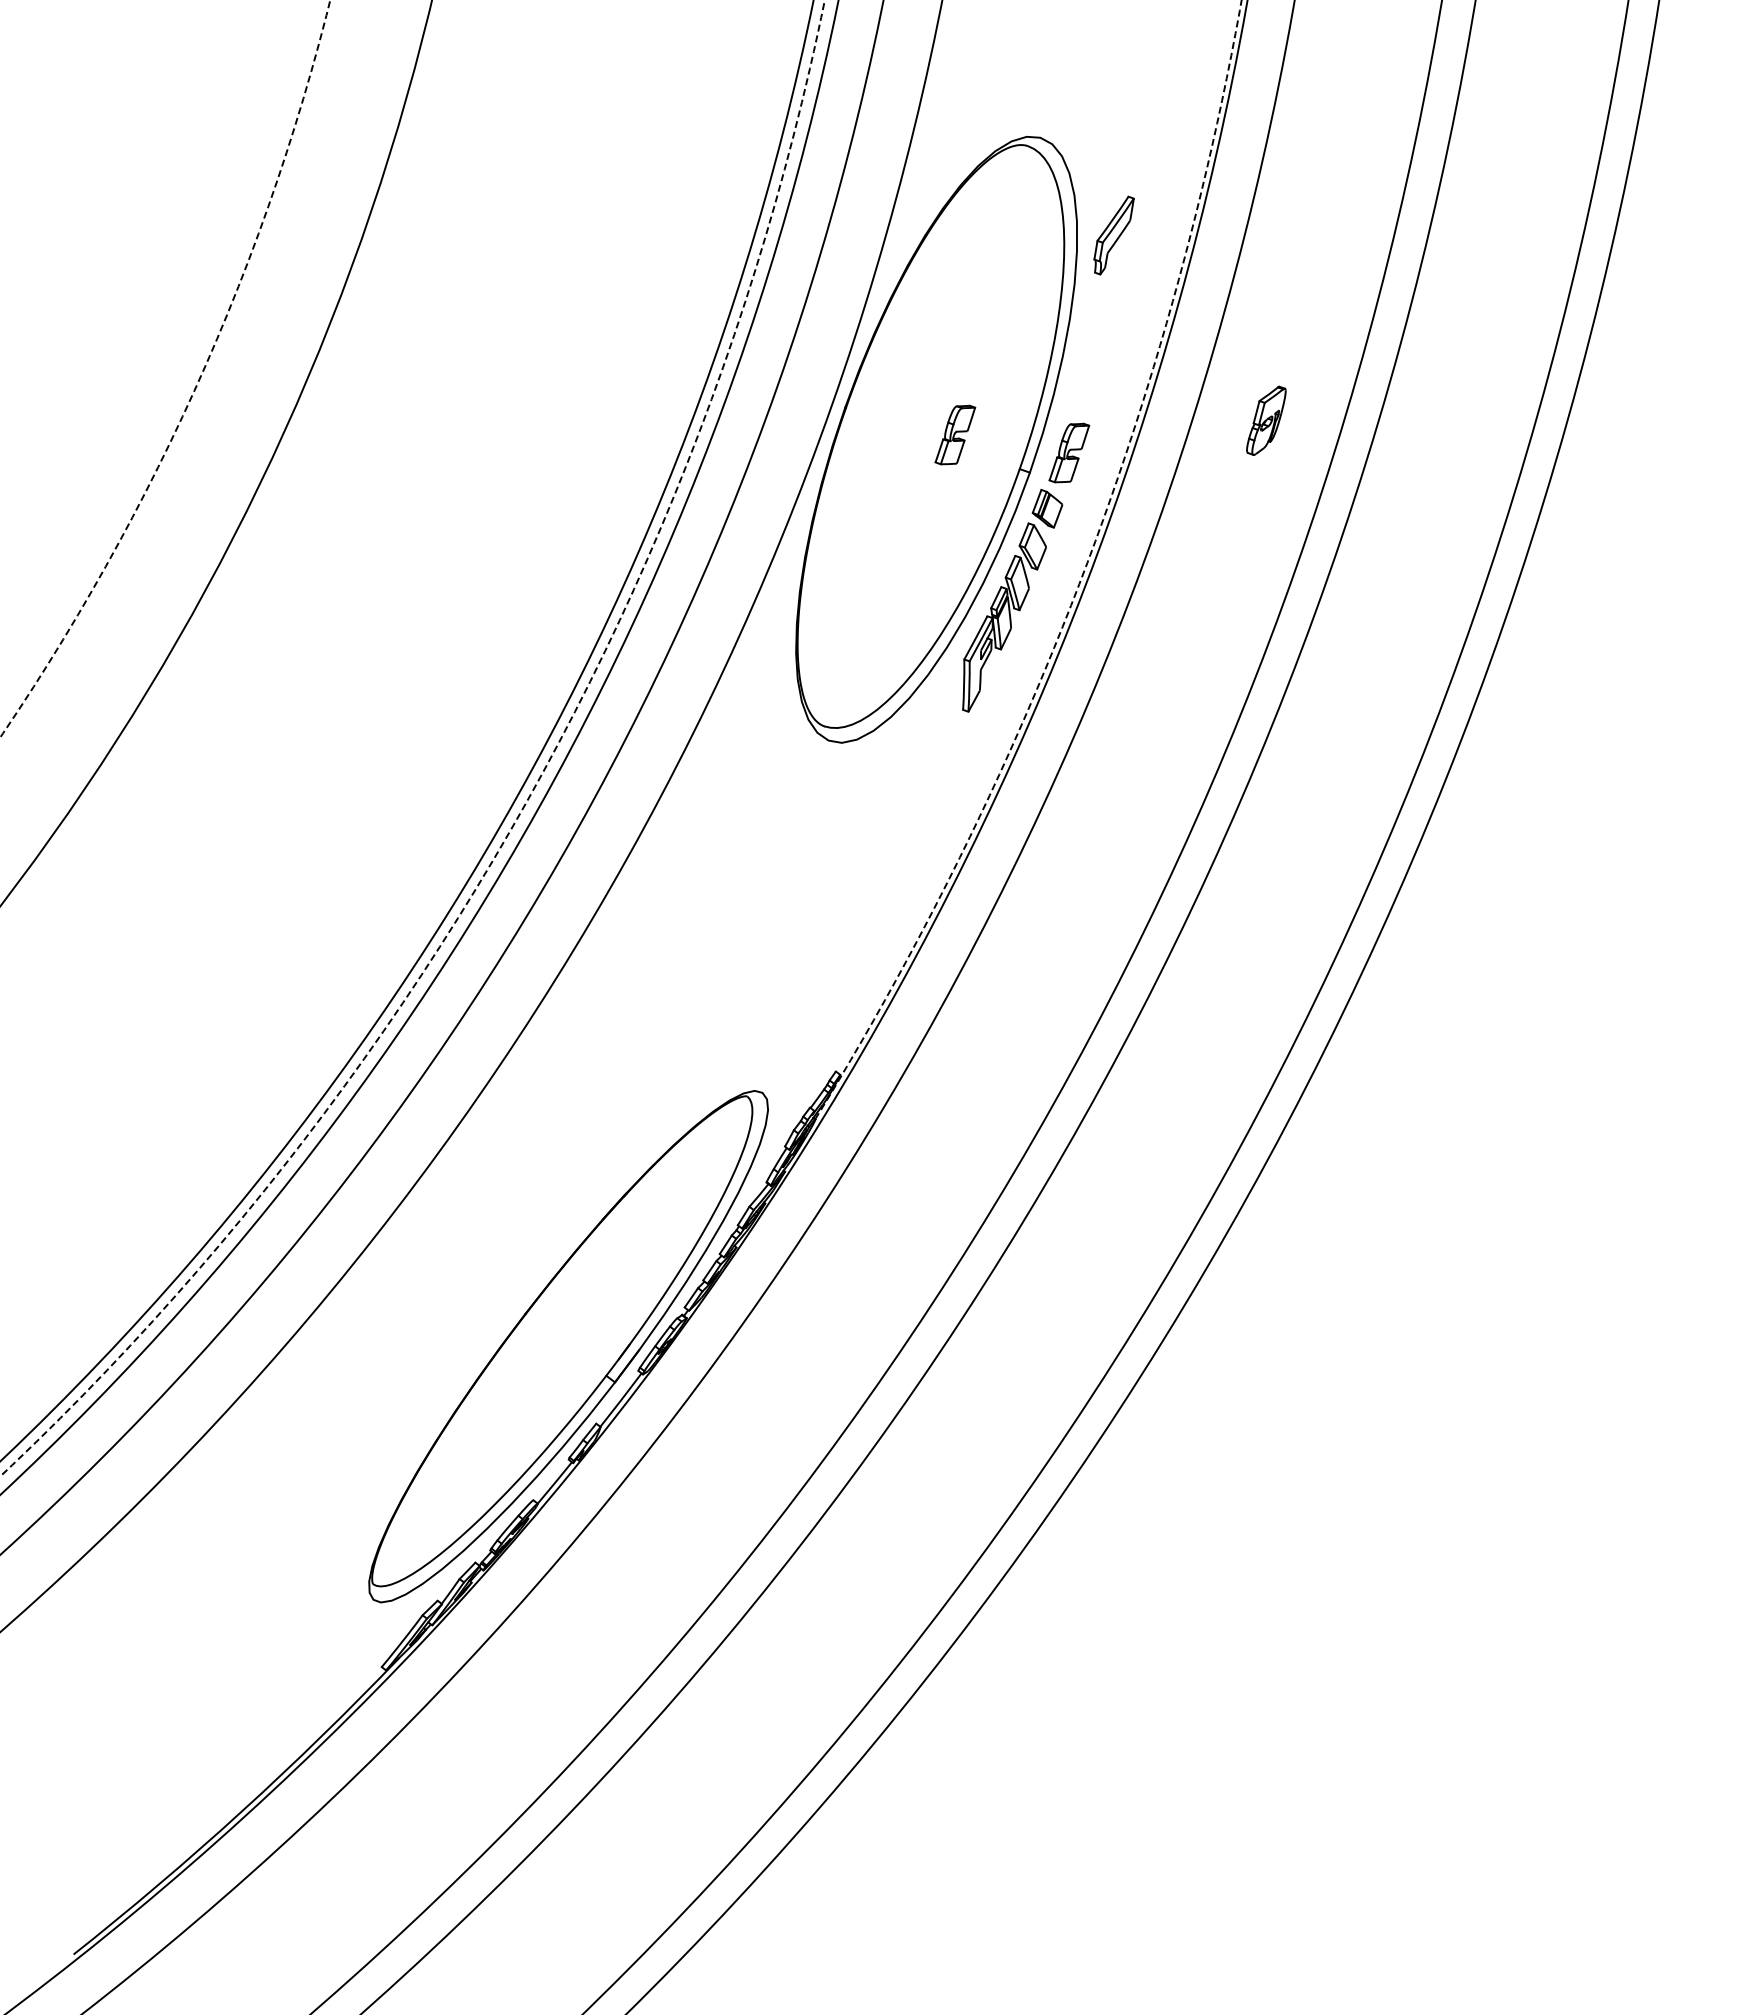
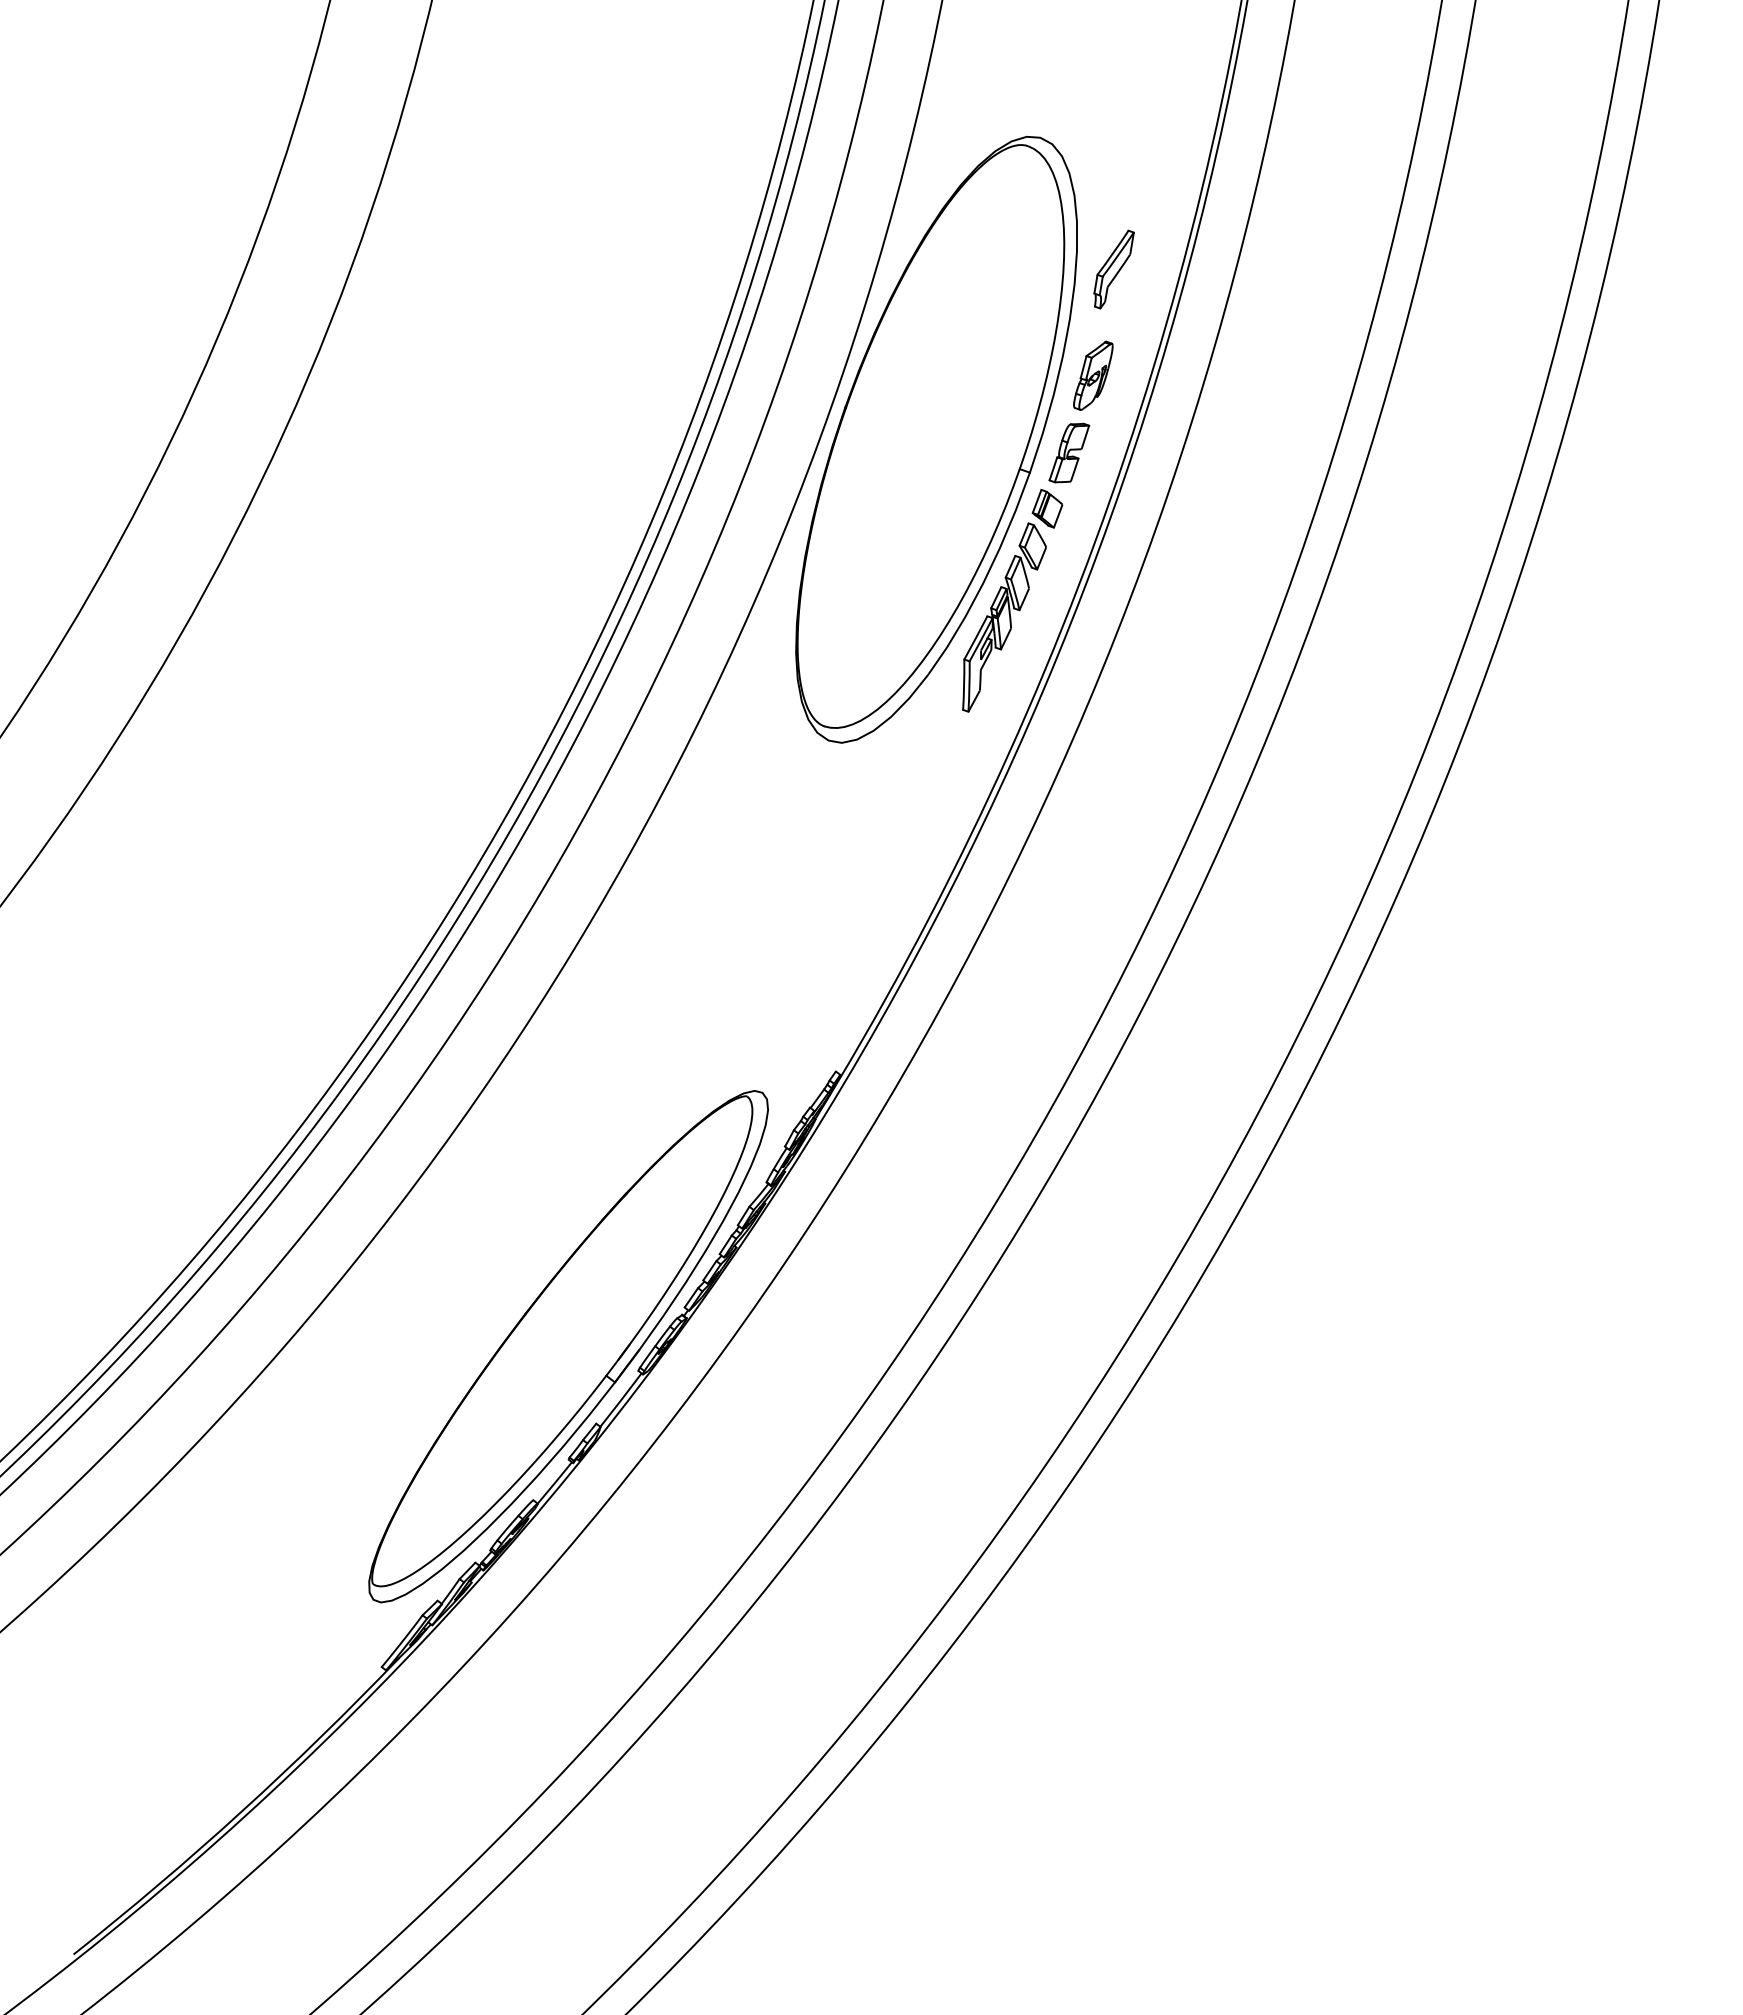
part at (1113, 235) position: (1113, 235) -> (1113, 269)
circle at (165, 368): dashed -> solid
part at (1266, 420) position: (1266, 420) -> (1093, 375)
part at (955, 434): present -> none
arc at (1080, 581): dashed -> solid
circle at (412, 738): dashed -> solid
